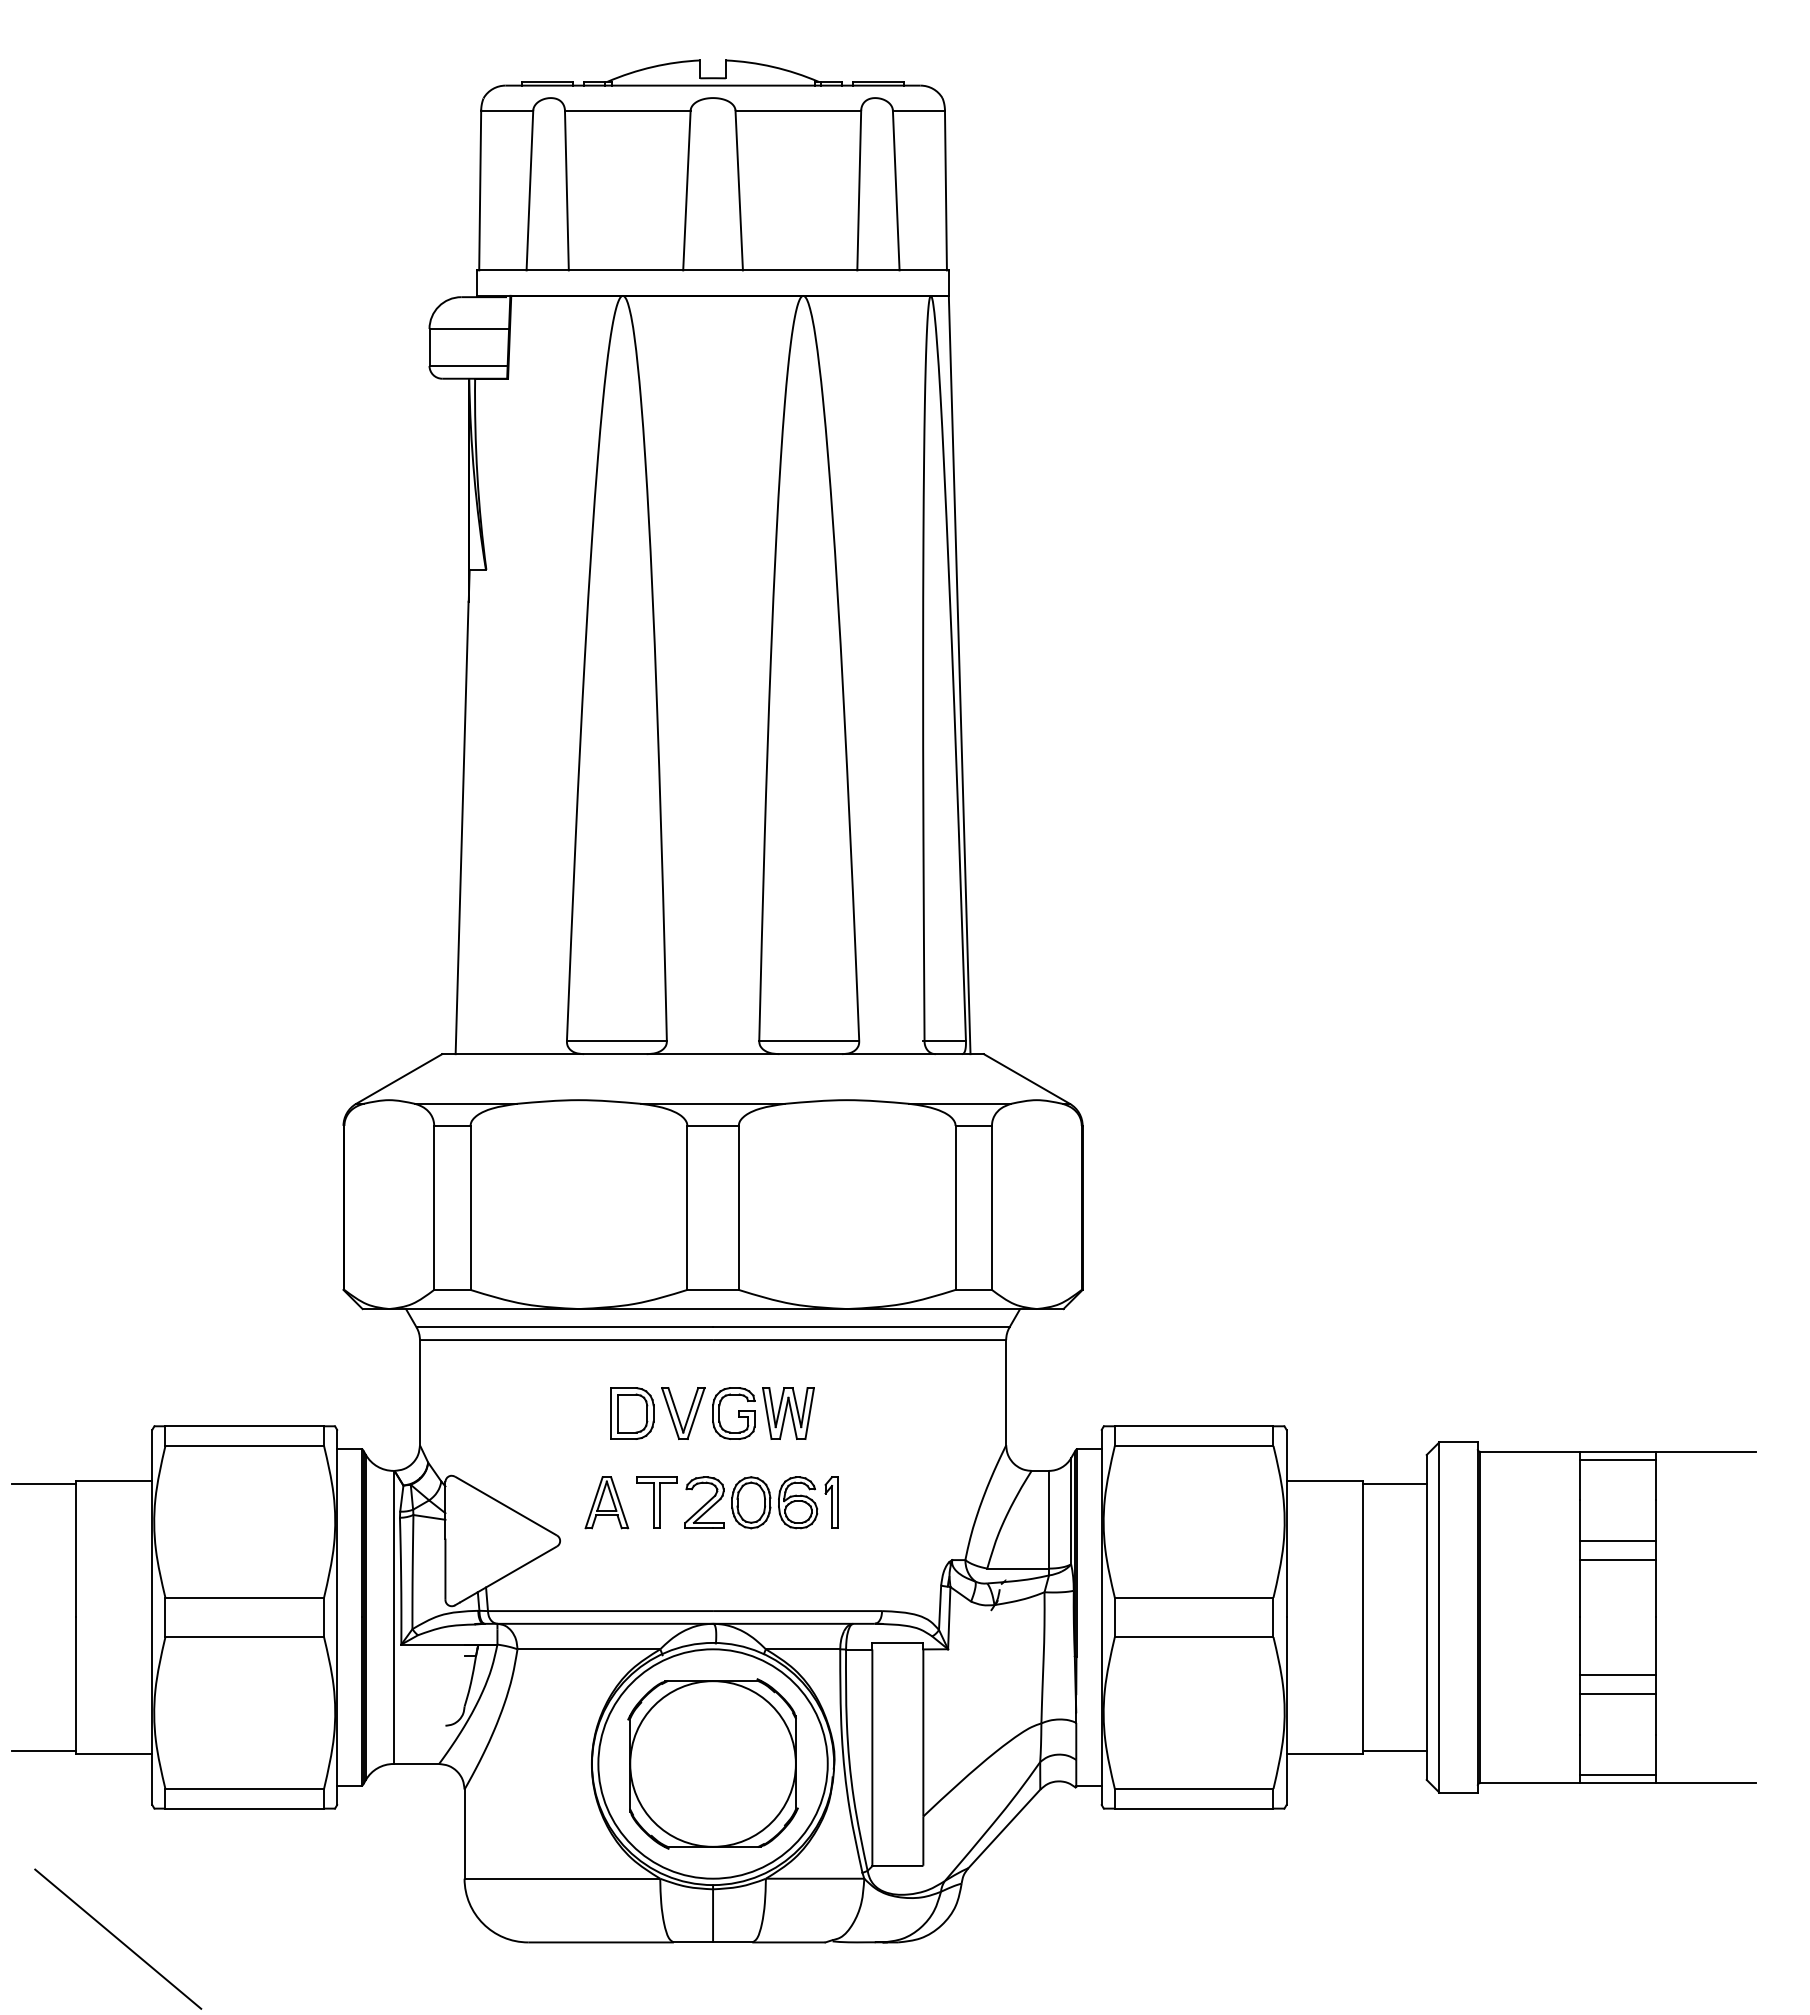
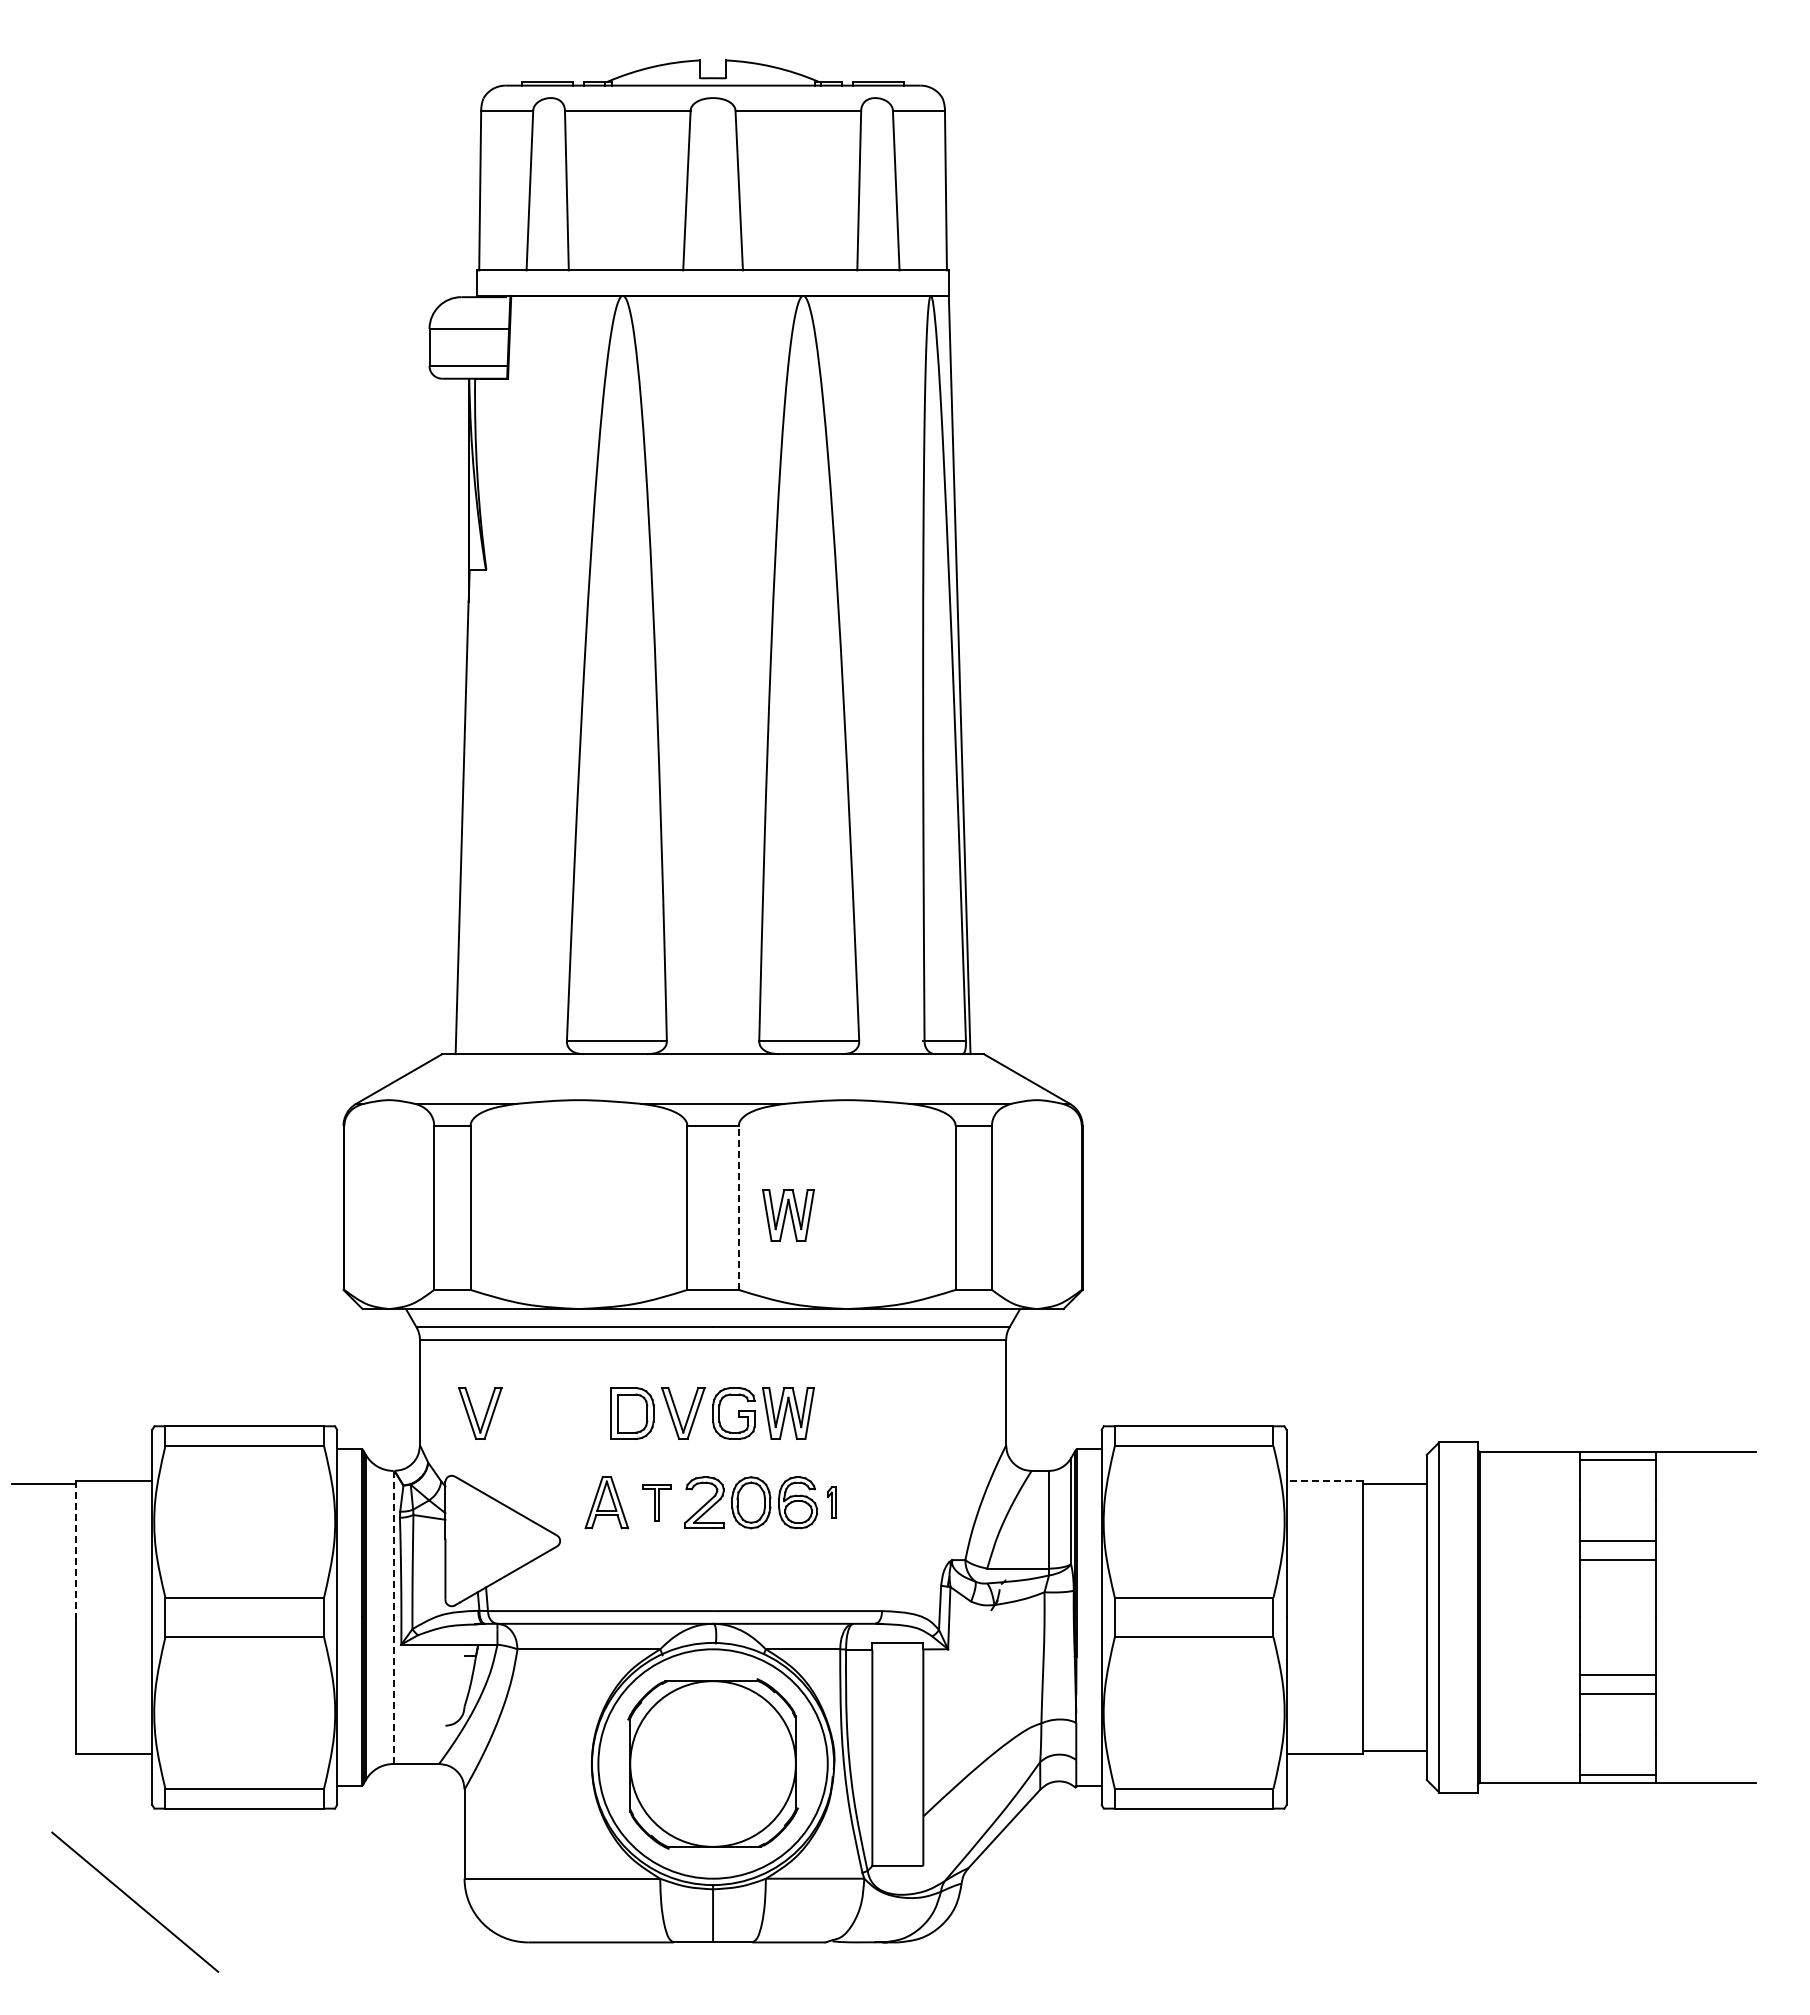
line at (738, 1207): solid -> dashed
part at (788, 1215): none -> present
part at (480, 1413): none -> present
line at (1324, 1481): solid -> dashed
part at (656, 1502) size: 42x53 px -> 30x38 px
part at (831, 1502) size: 15x53 px -> 10x33 px
line at (75, 1549): solid -> dashed
line at (393, 1617): solid -> dashed
line at (43, 1751): present -> none
line at (118, 1938) position: (118, 1938) -> (135, 1901)
